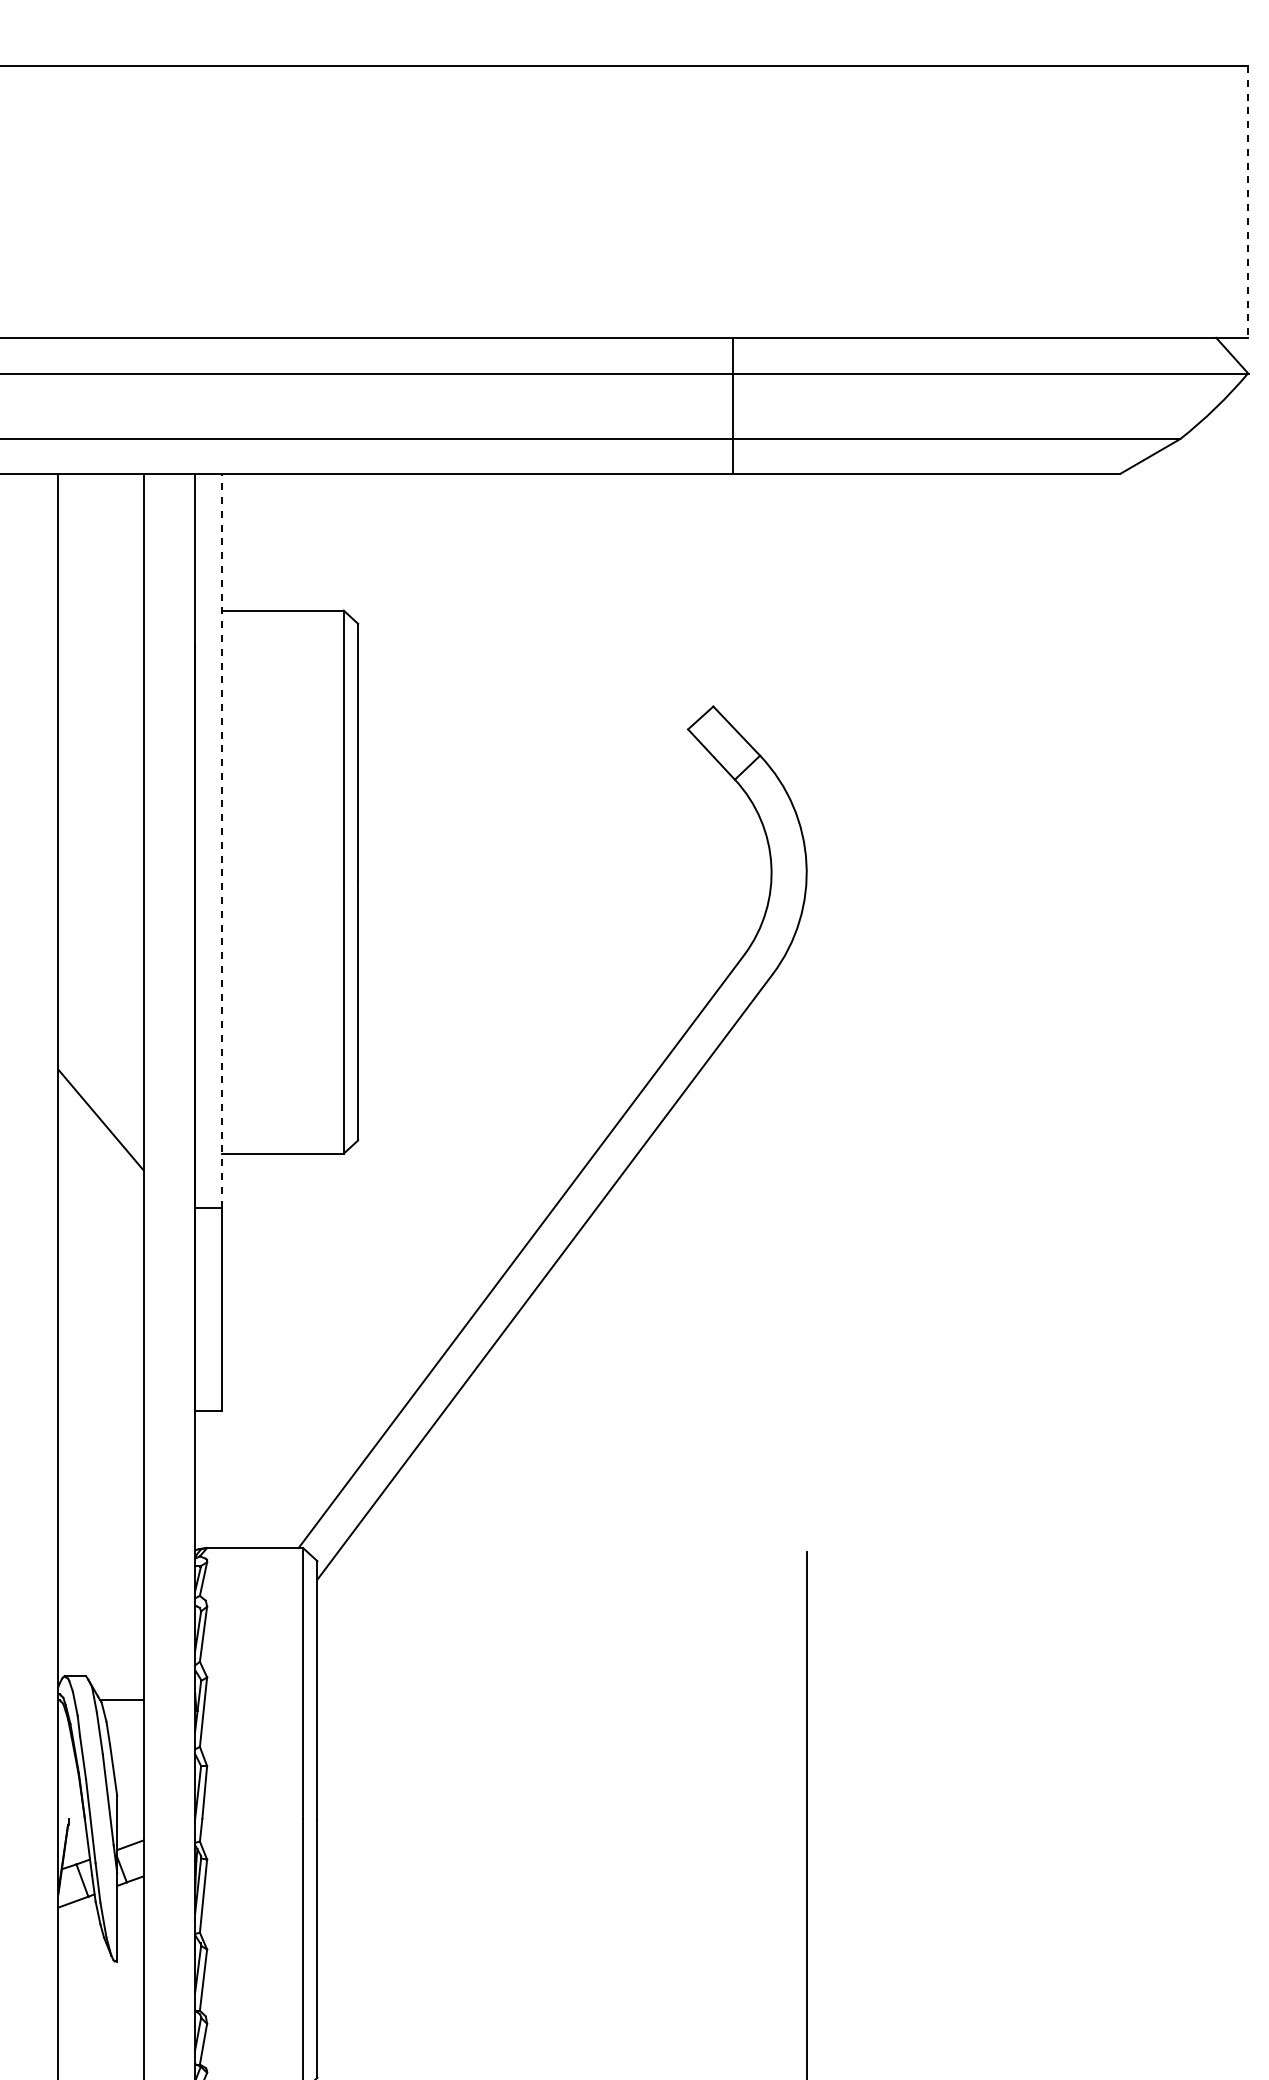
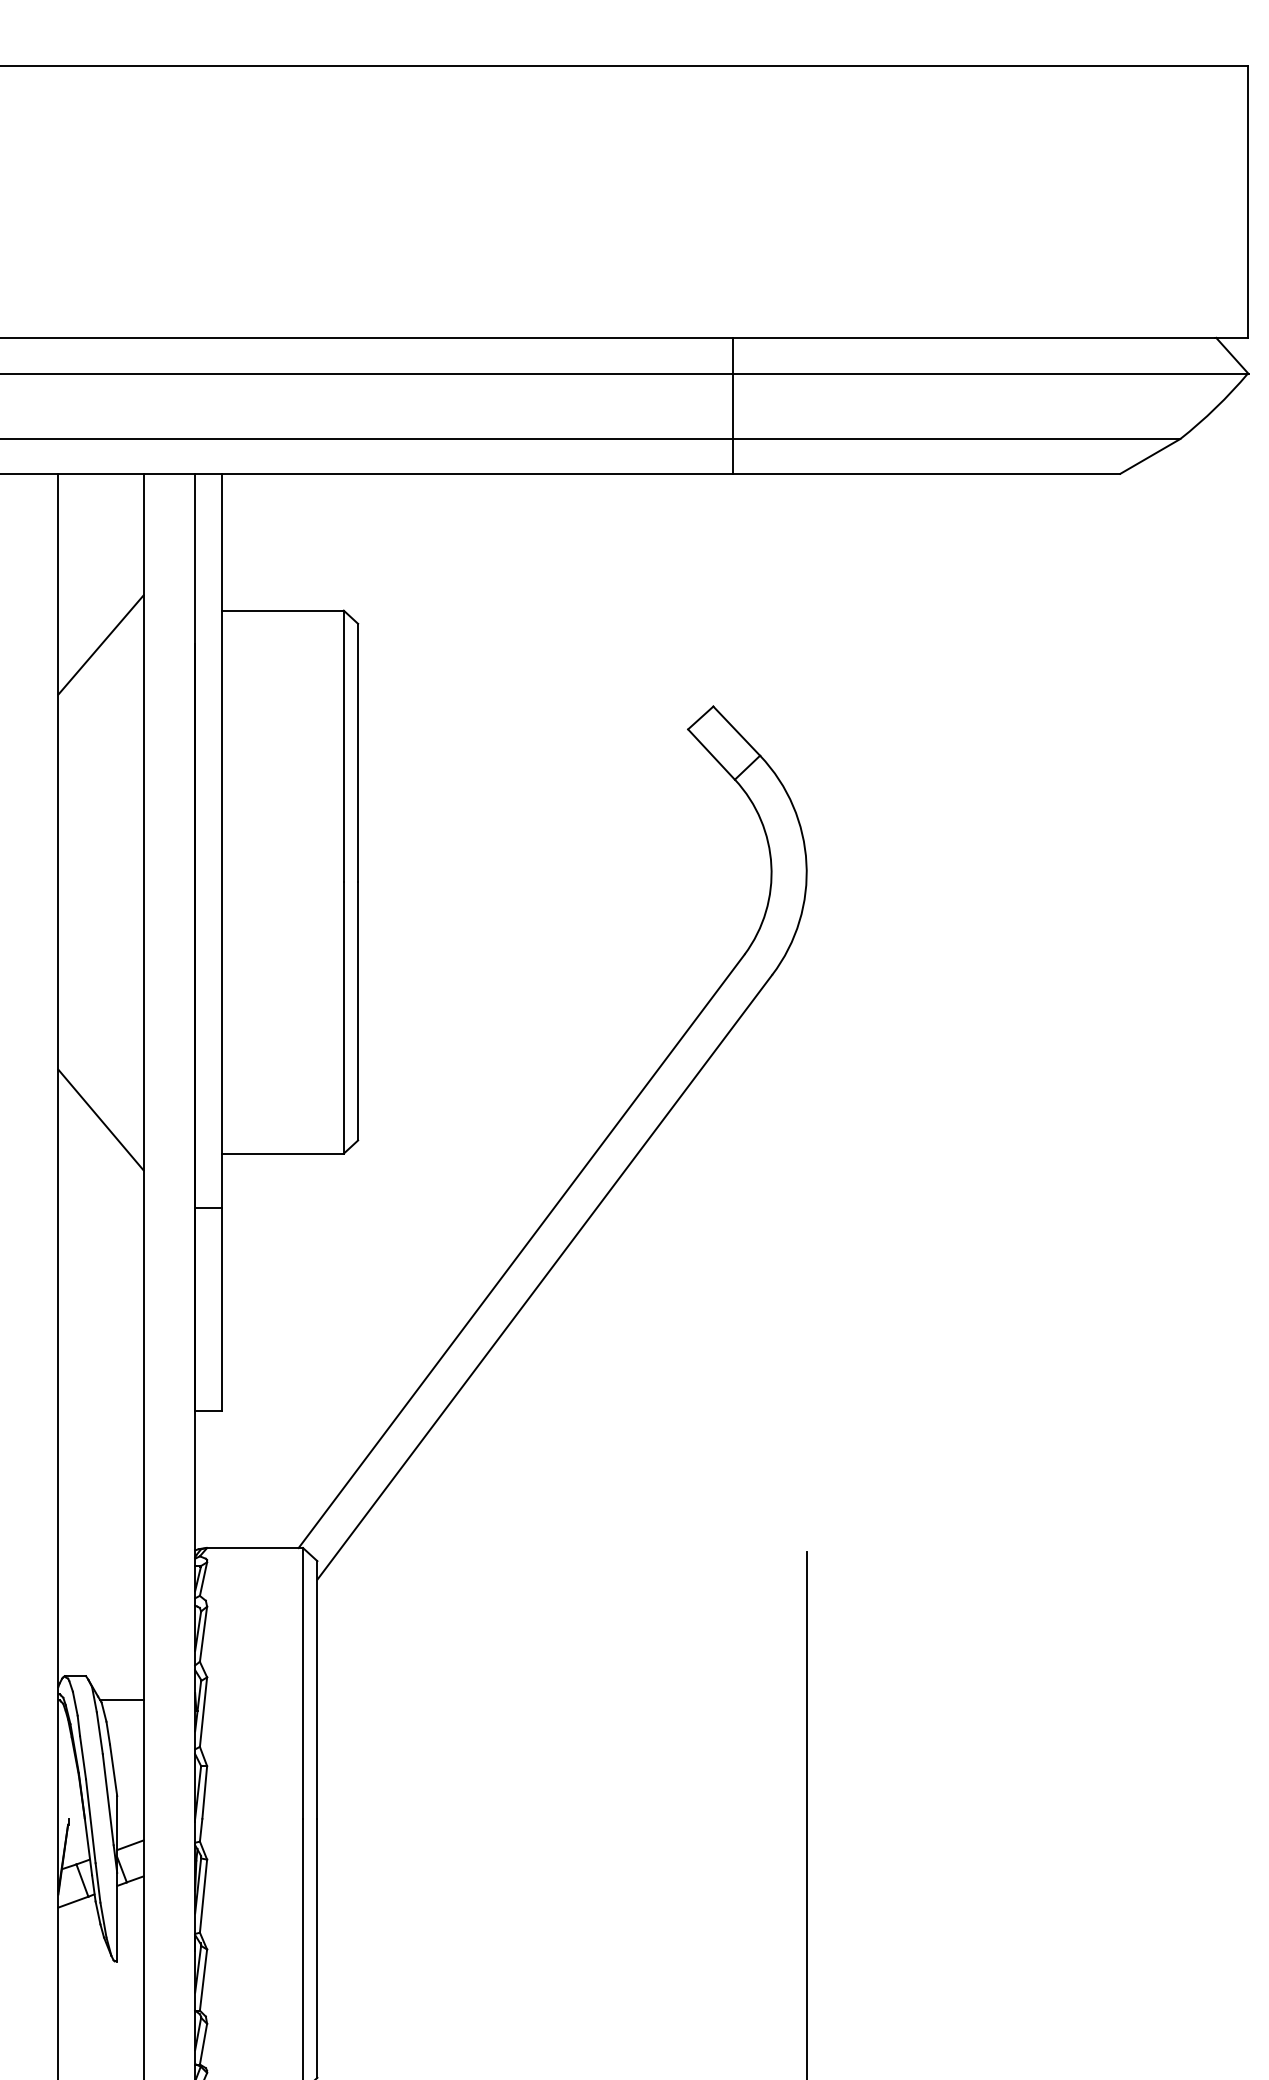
line at (1248, 202): dashed -> solid
line at (100, 644): none -> present
line at (221, 840): dashed -> solid
